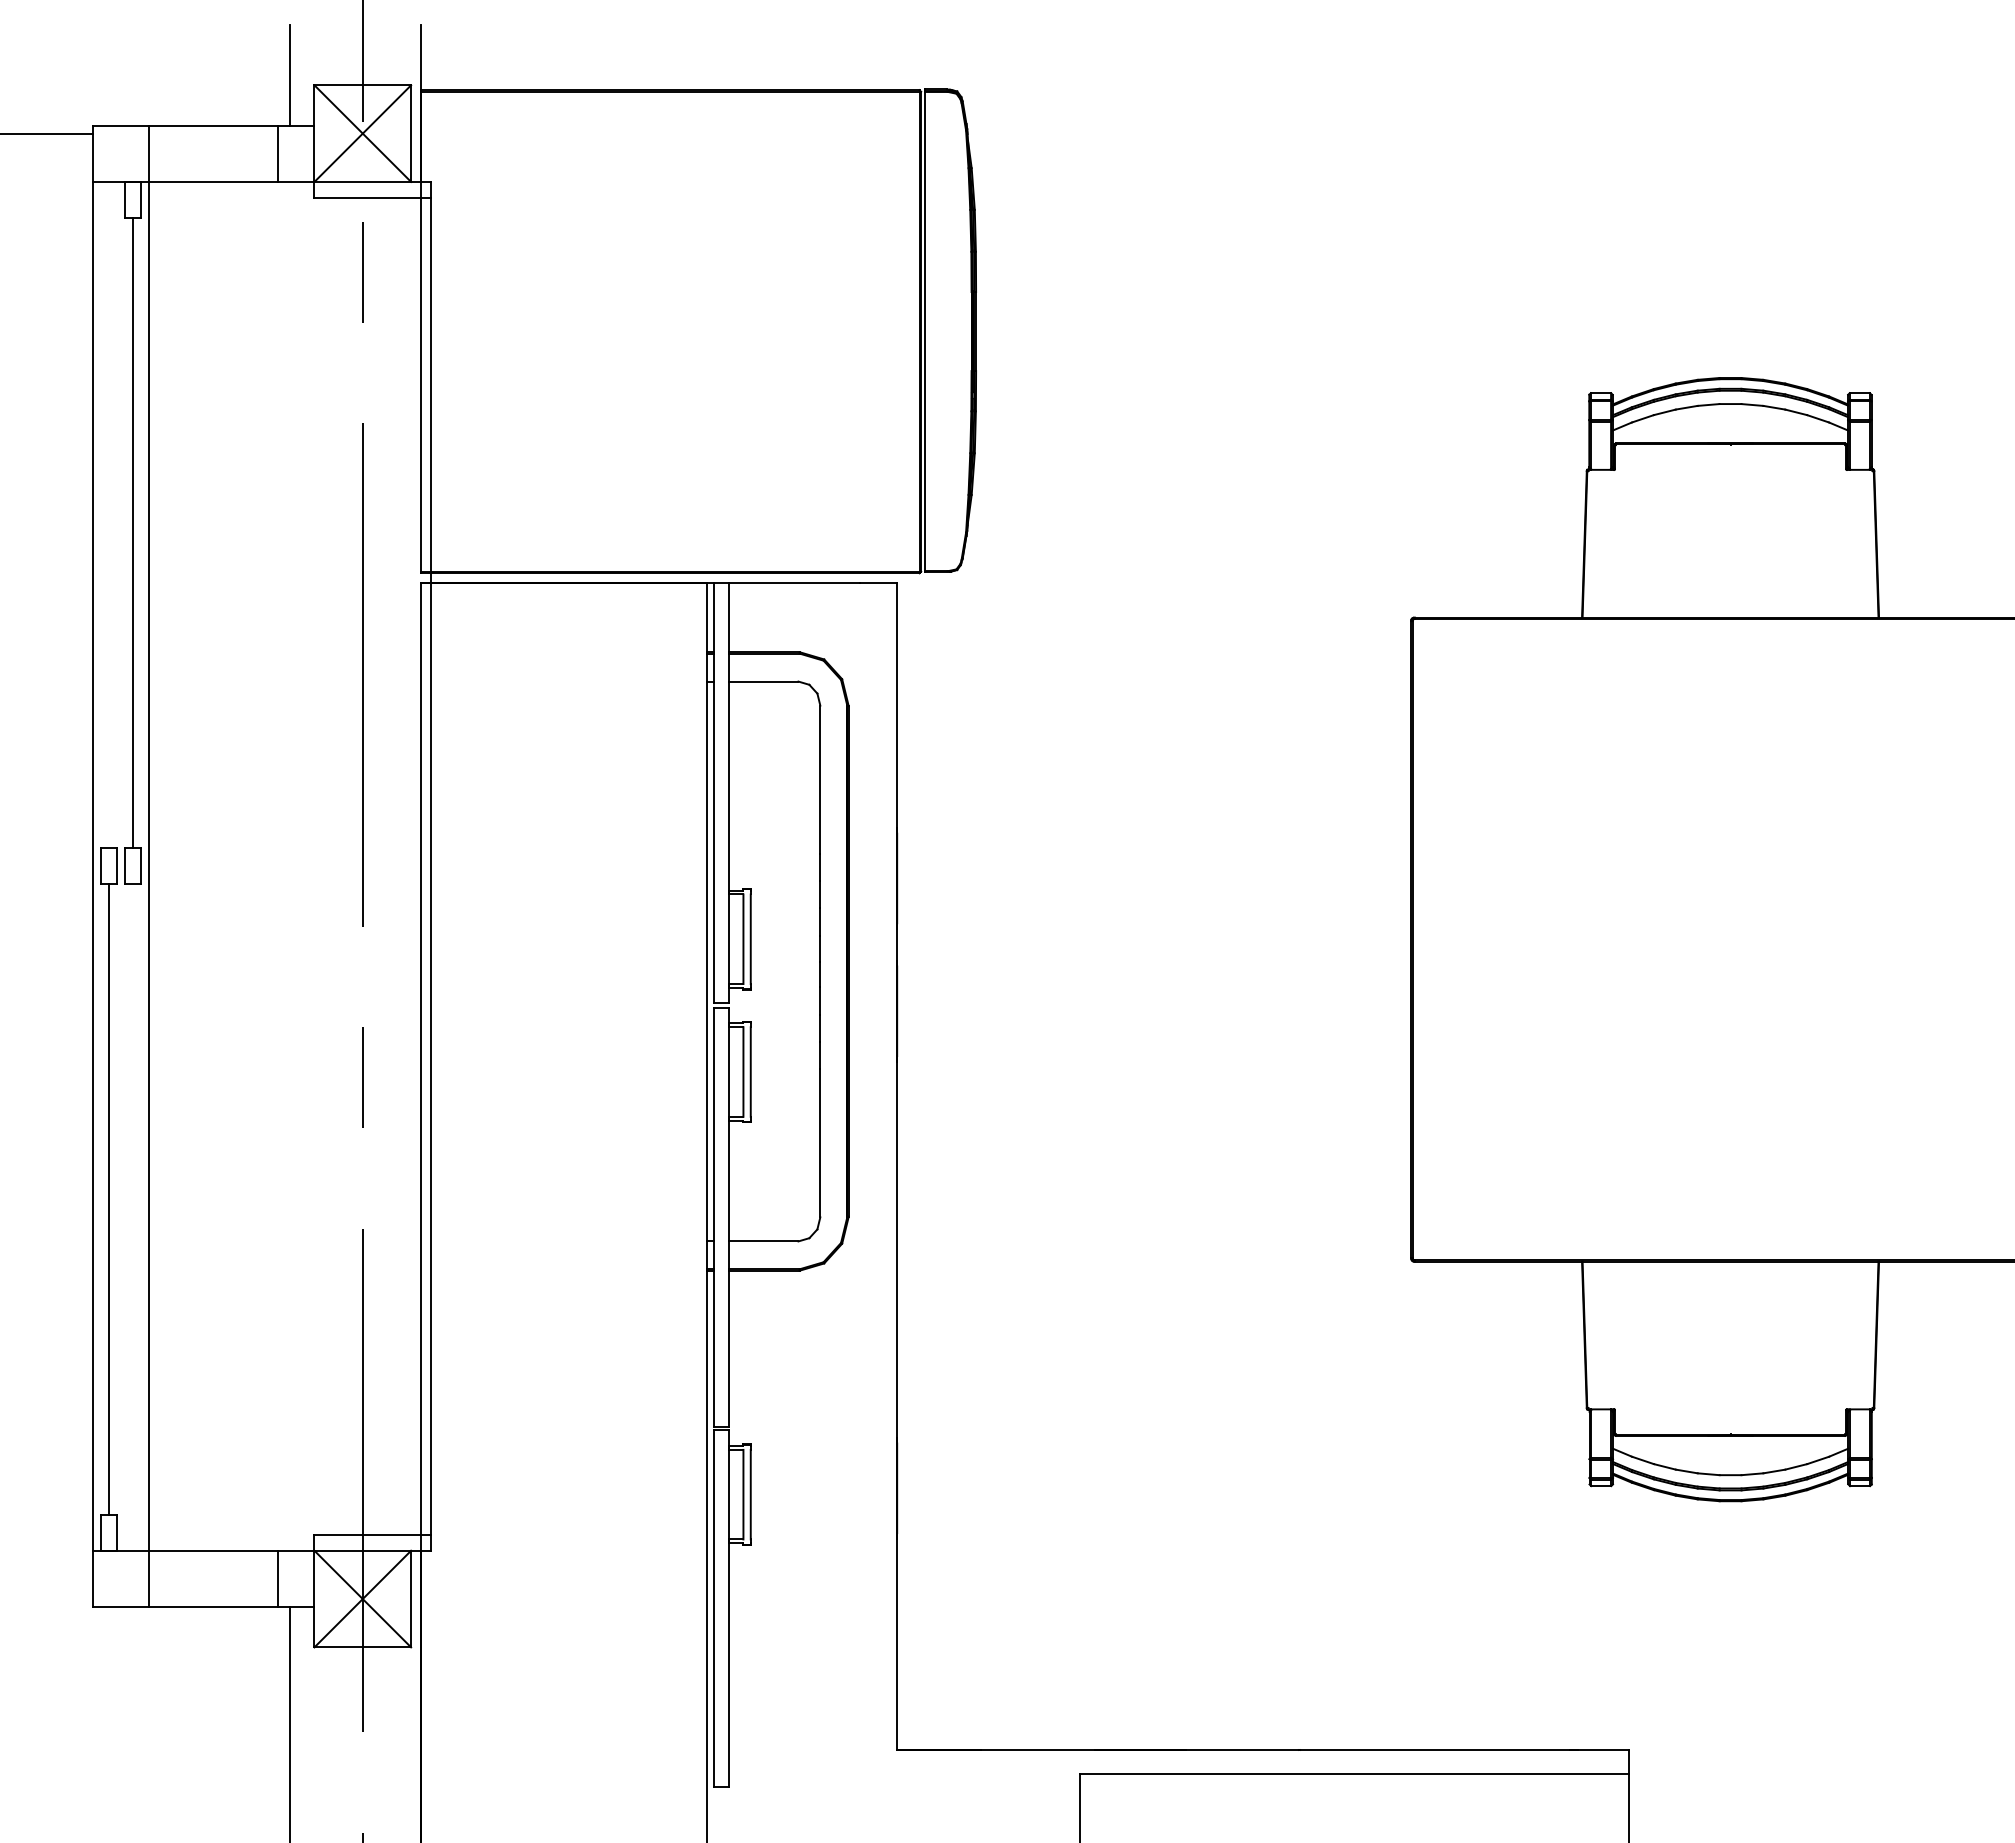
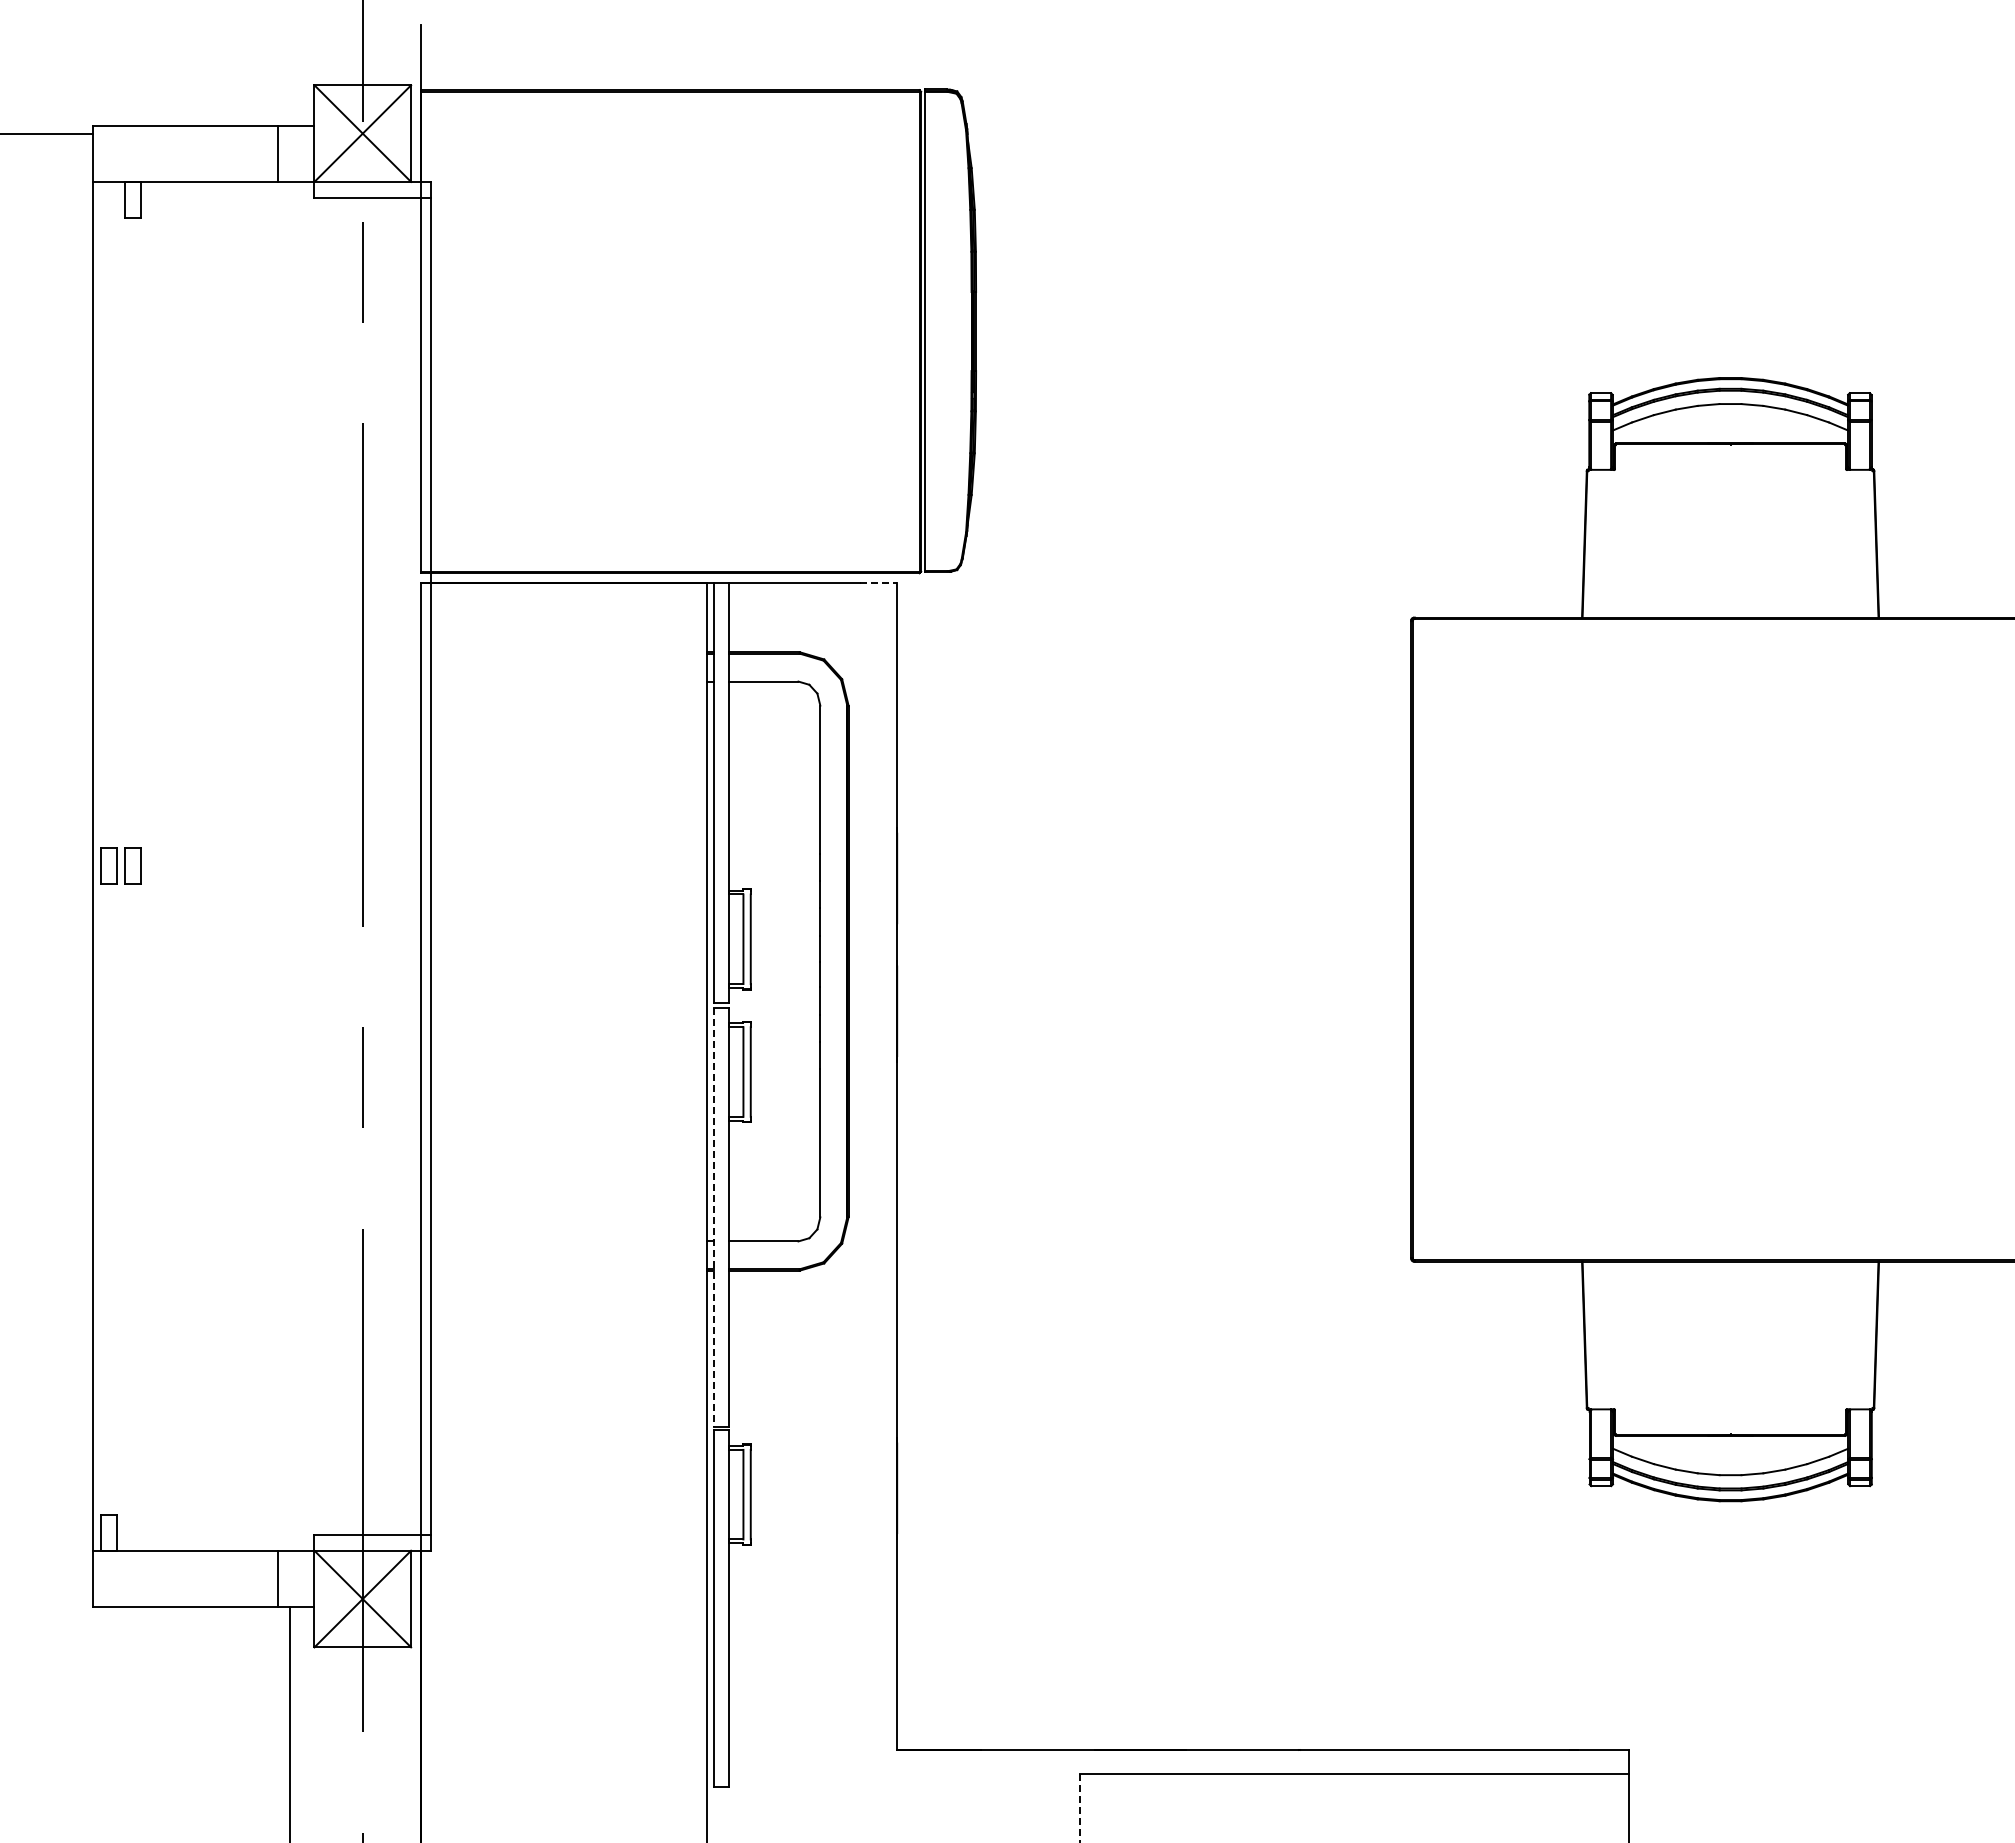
line at (290, 74): present -> none
line at (133, 533): present -> none
line at (879, 582): solid -> dashed
line at (149, 866): present -> none
line at (109, 1199): present -> none
line at (713, 1217): solid -> dashed
line at (1079, 1808): solid -> dashed
